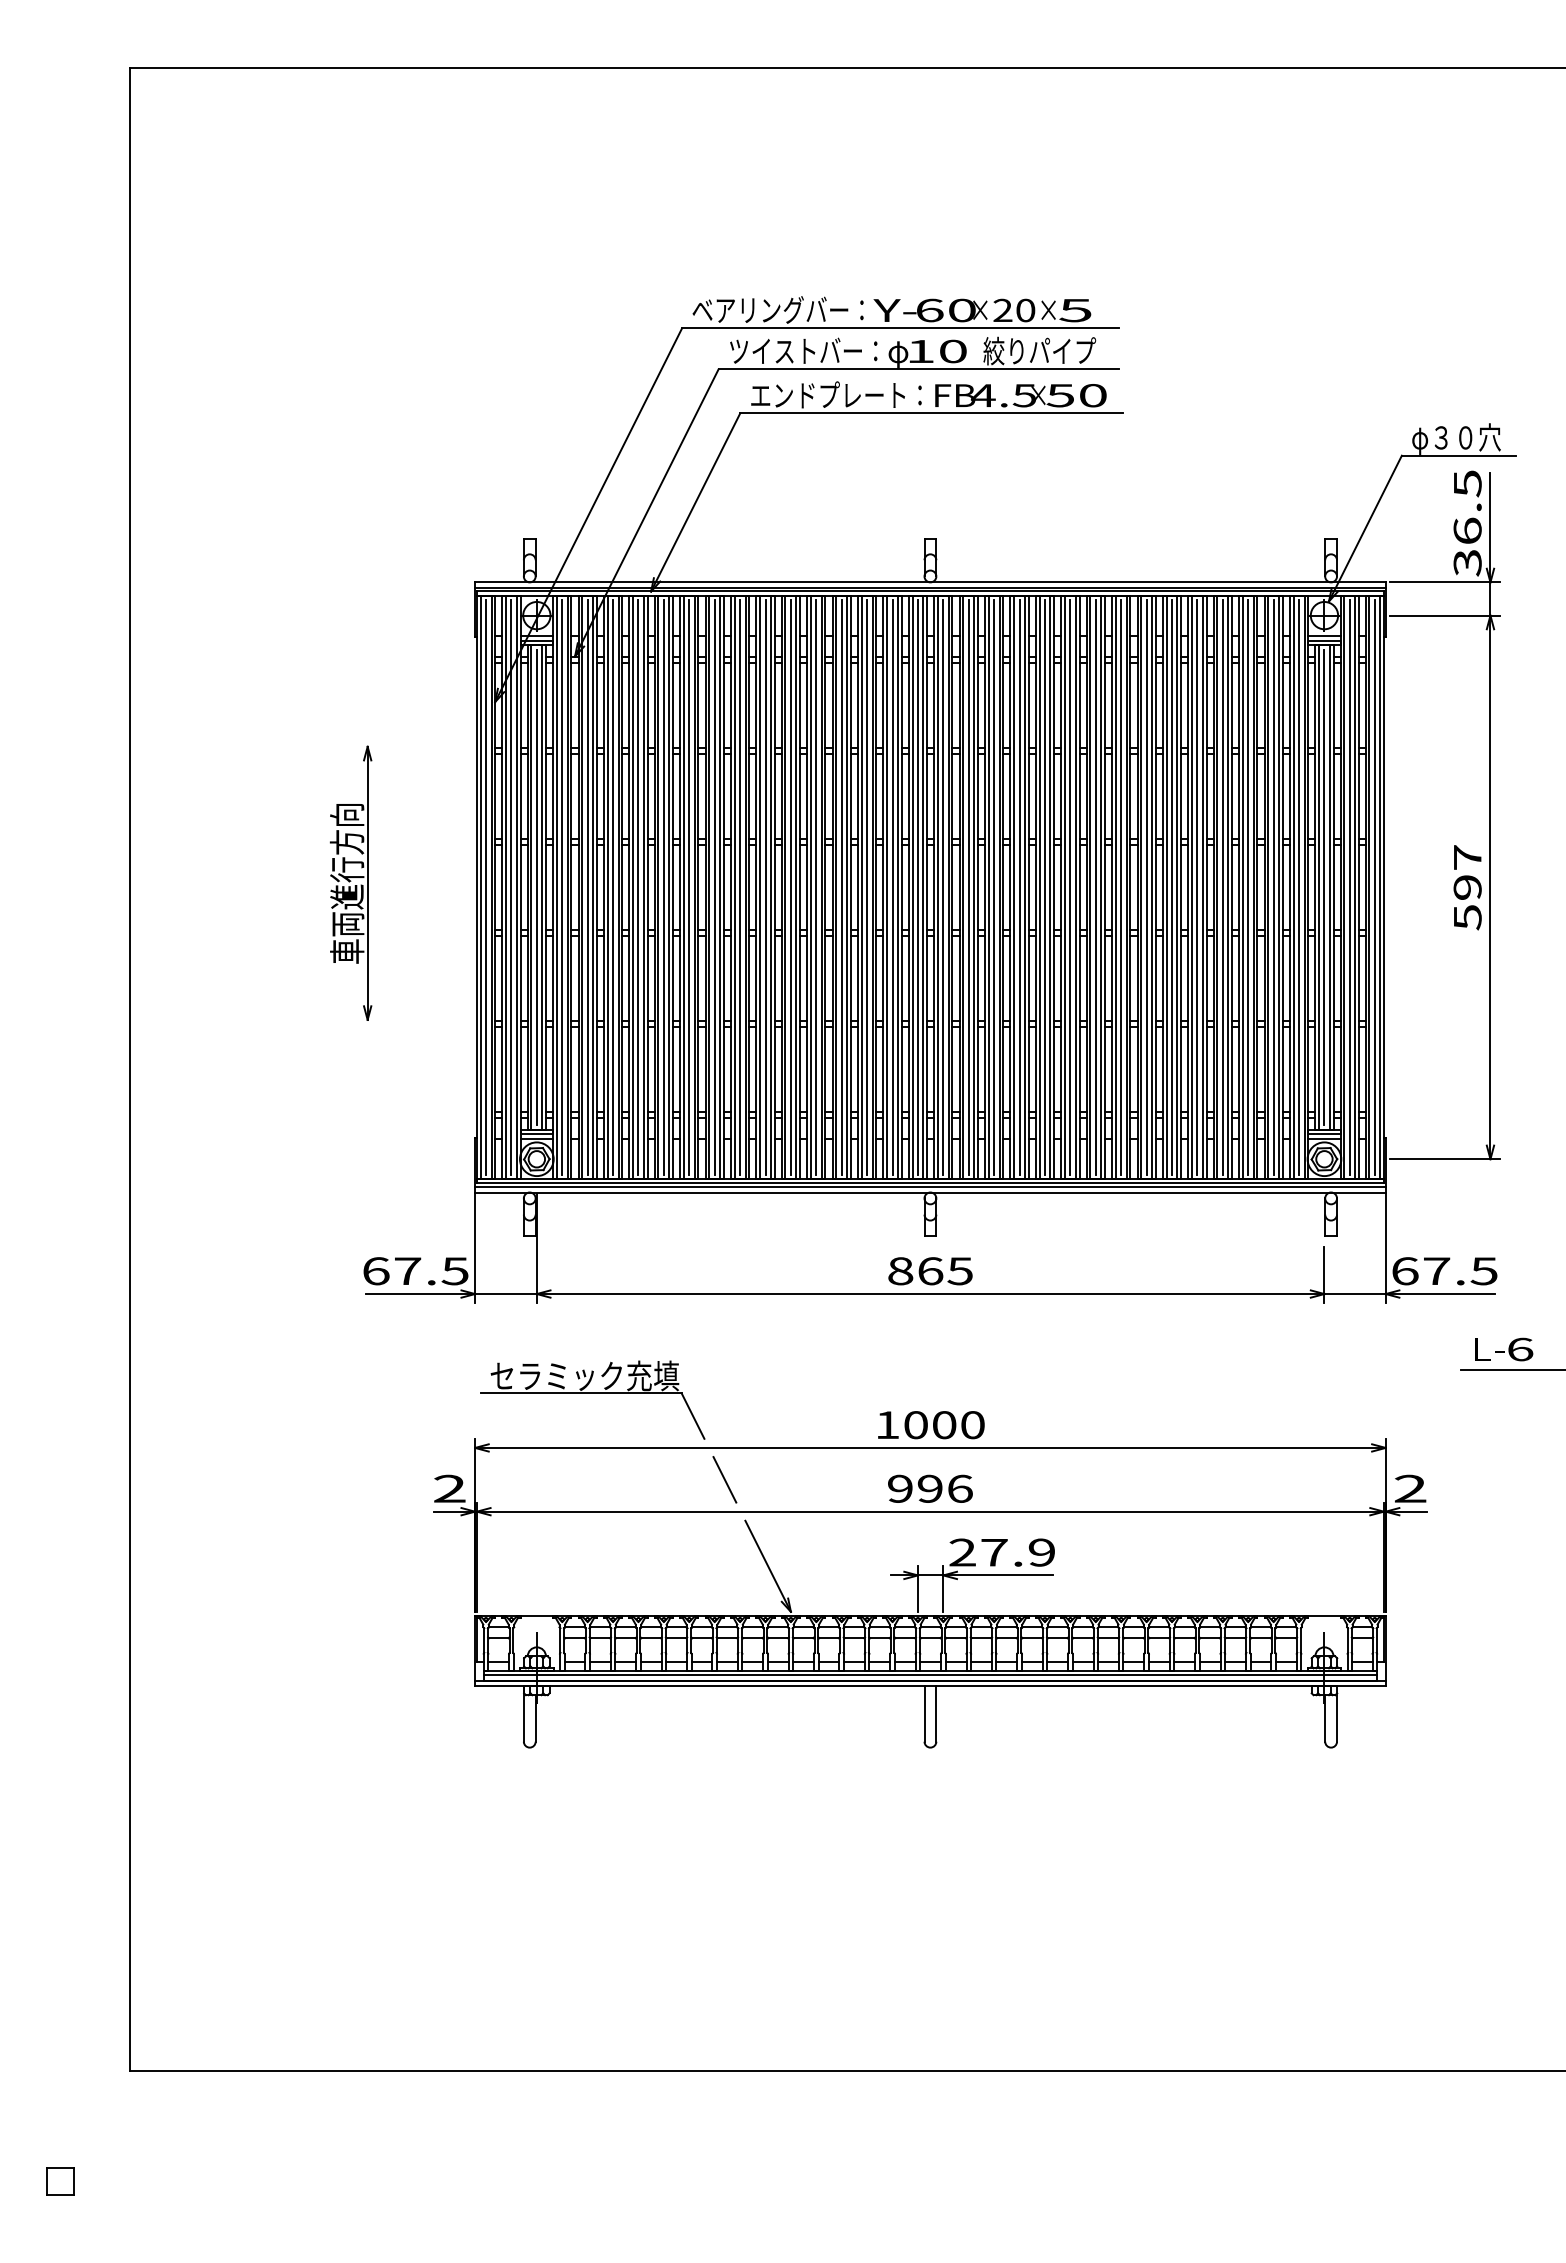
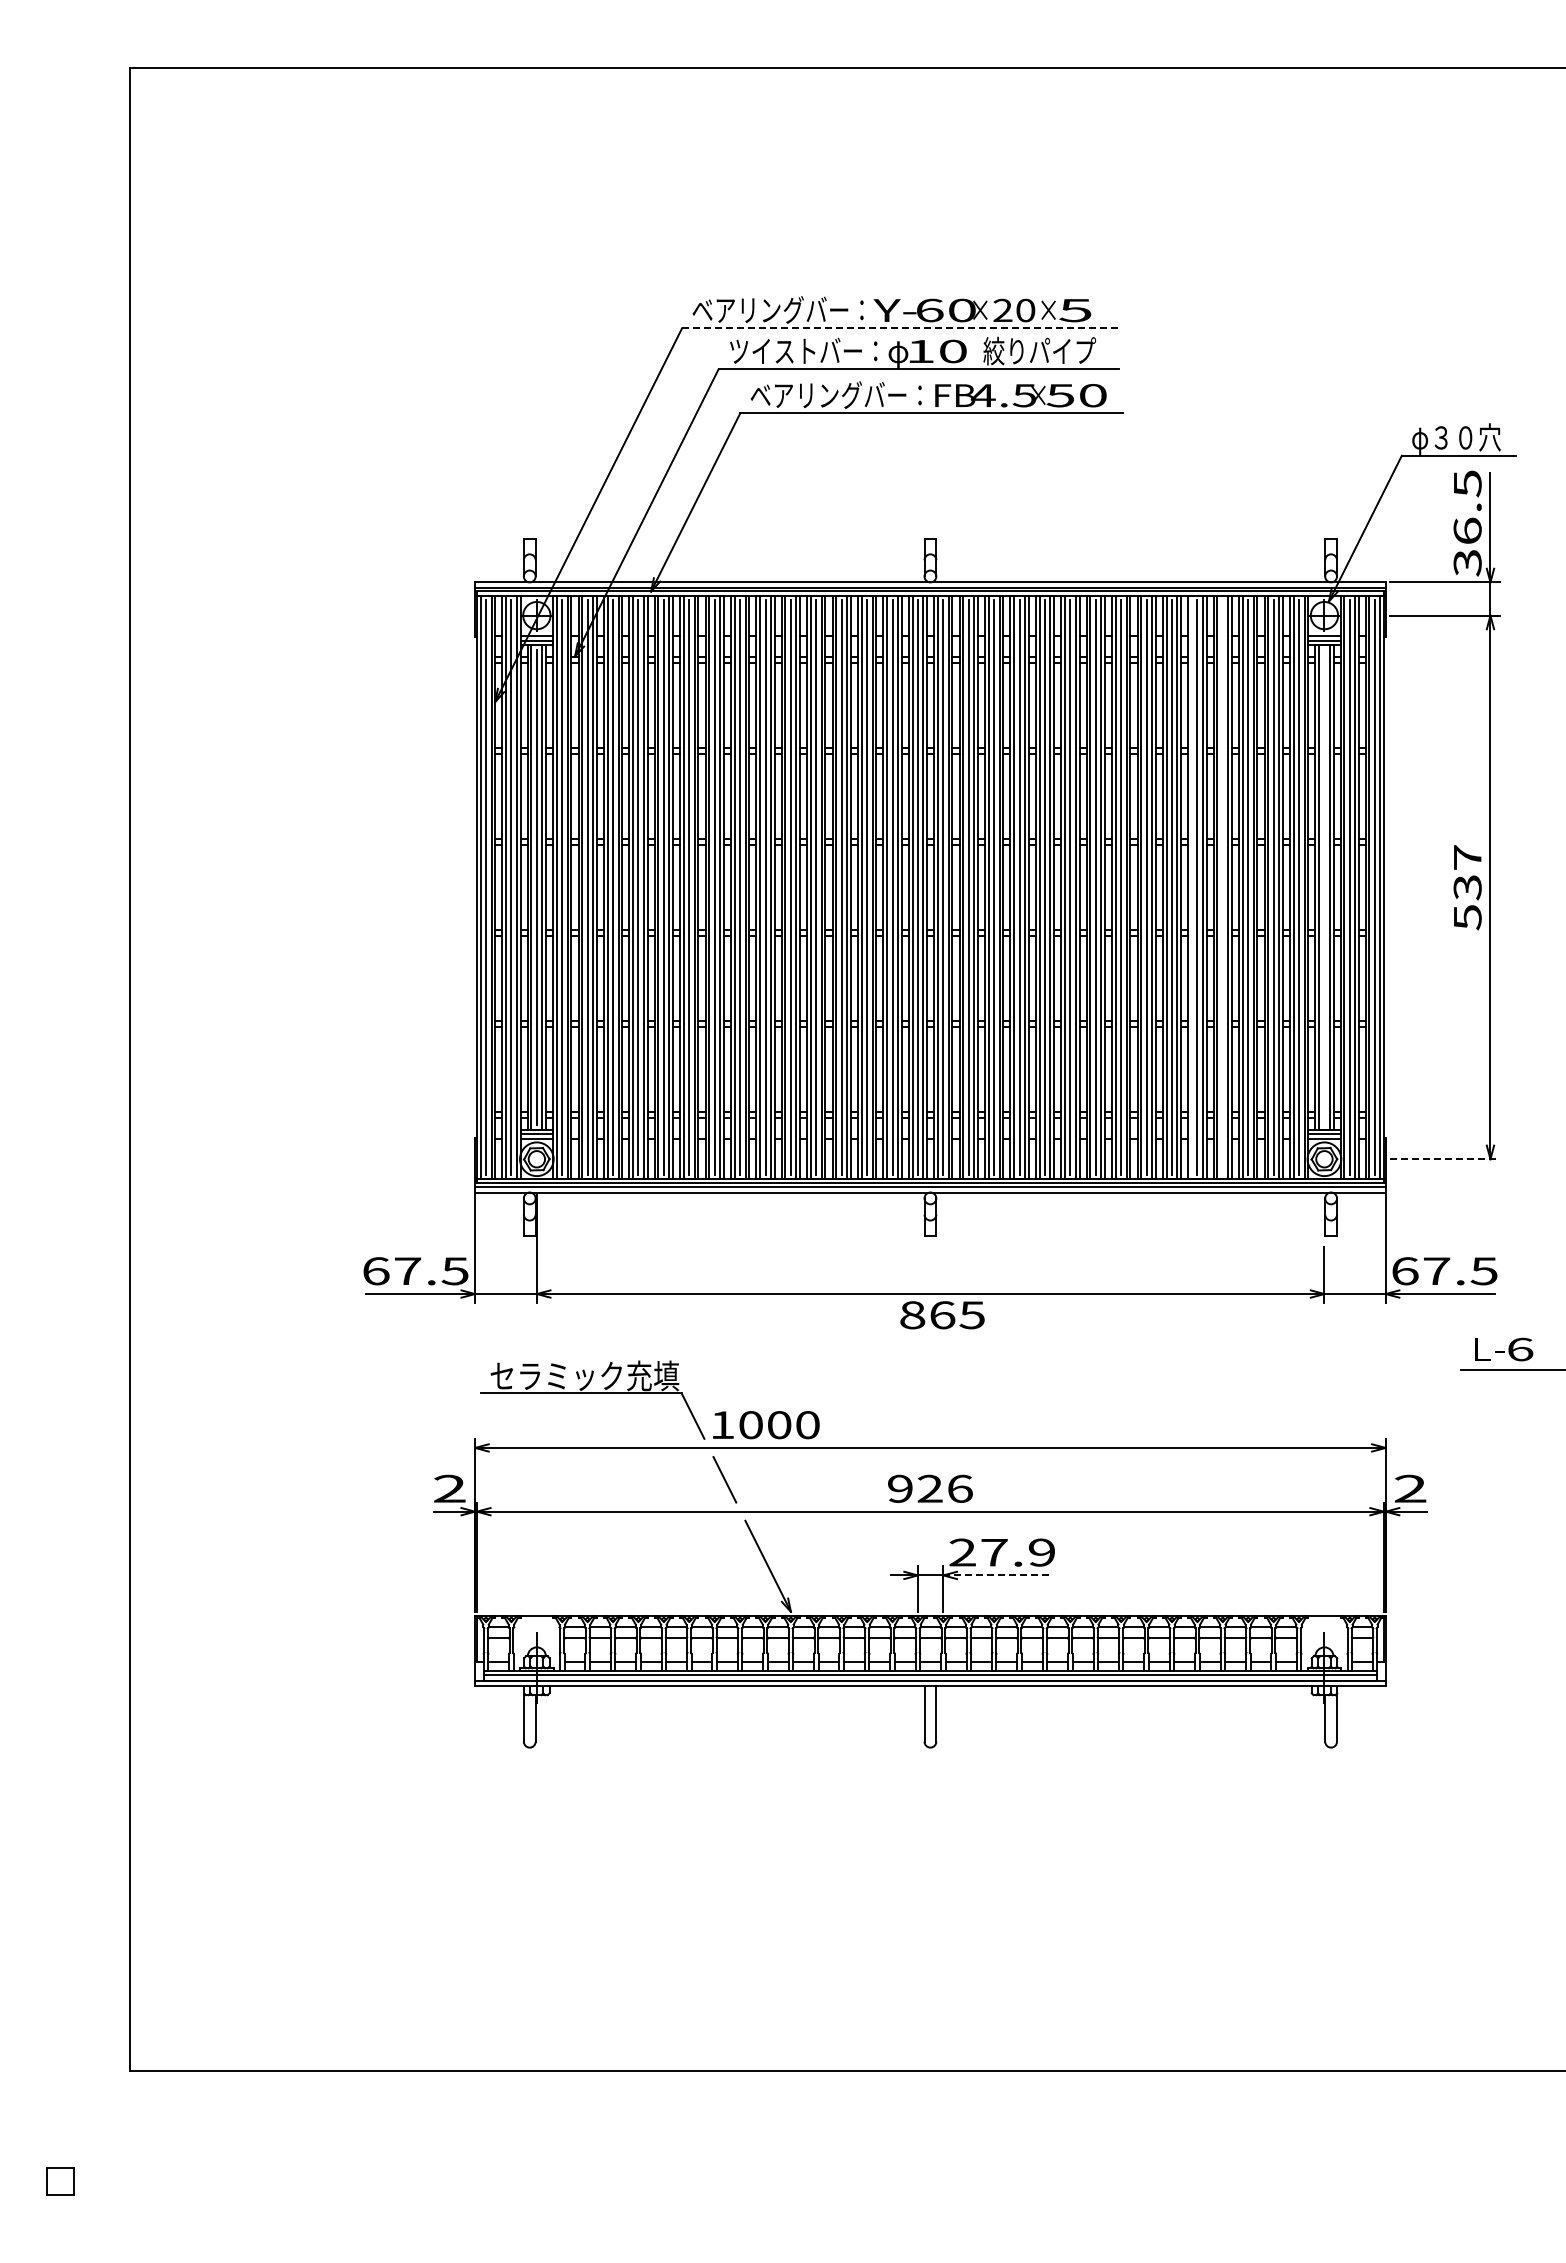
line at (900, 328): solid -> dashed
text at (828, 394): エンドプレート： -> ベアリングバー：
part at (350, 882): present -> none
line at (1191, 887): present -> none
line at (1222, 887): present -> none
line at (1324, 887): present -> none
text at (1467, 887): 597 -> 537
line at (1444, 1159): solid -> dashed
text at (930, 1271) position: (930, 1271) -> (942, 1315)
text at (931, 1425) position: (931, 1425) -> (766, 1425)
text at (929, 1488): 996 -> 926
line at (998, 1575): solid -> dashed
